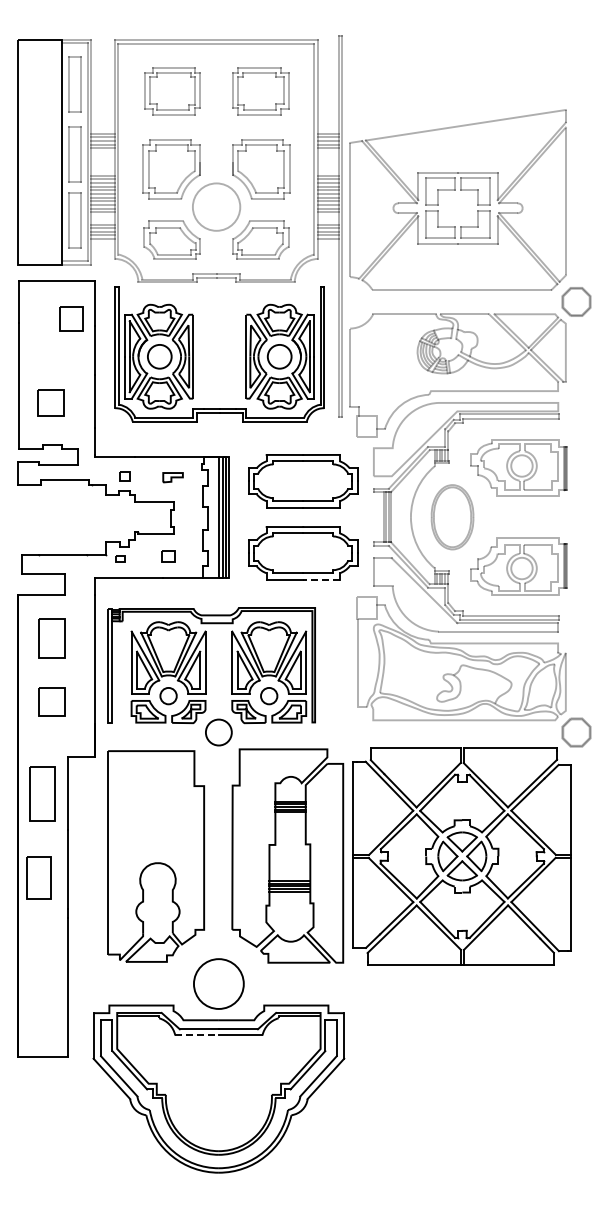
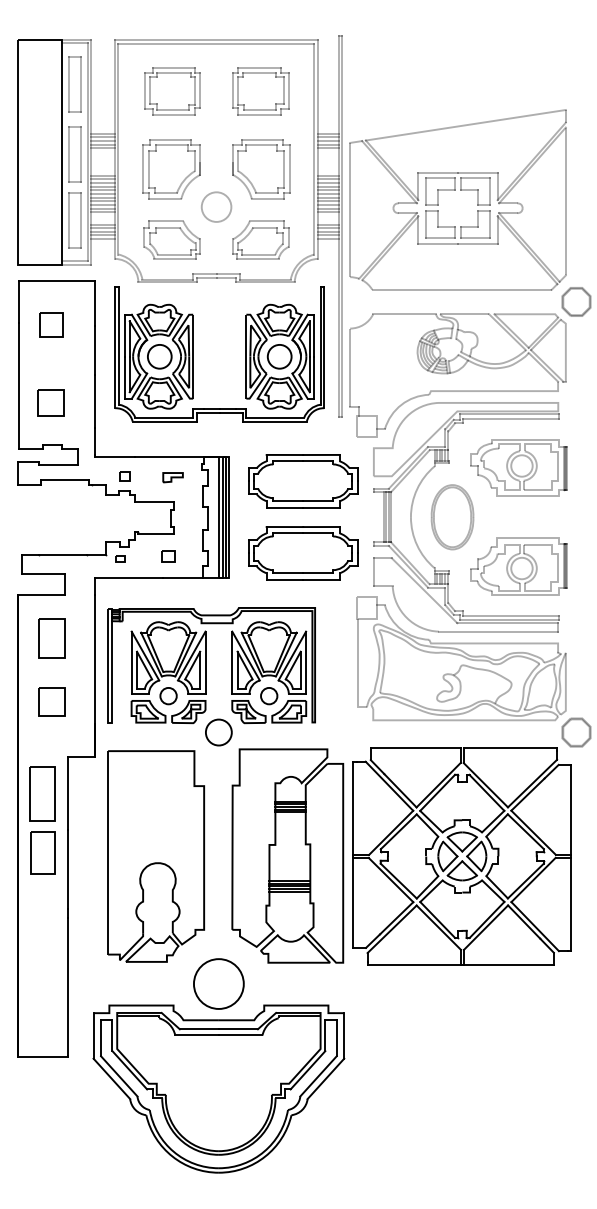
circle at (216, 206) diameter: 47 px -> 30 px
part at (71, 318) position: (71, 318) -> (51, 324)
line at (321, 579): dashed -> solid
part at (38, 877) position: (38, 877) -> (42, 852)
line at (197, 1035): dashed -> solid
